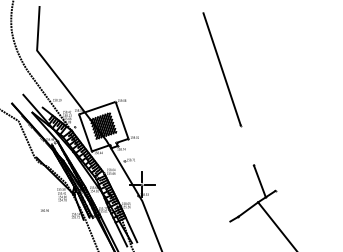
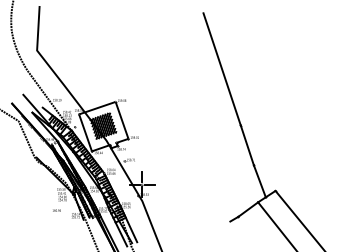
line at (246, 145): none -> present
text at (44, 210) position: (44, 210) -> (56, 210)
line at (298, 219): none -> present
